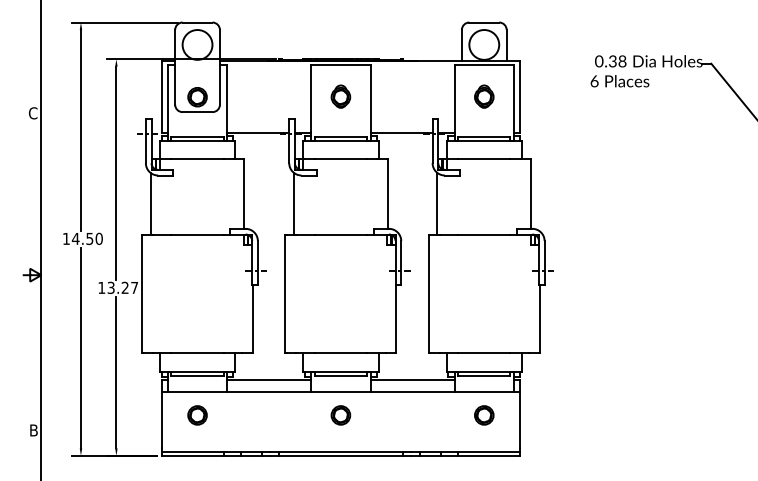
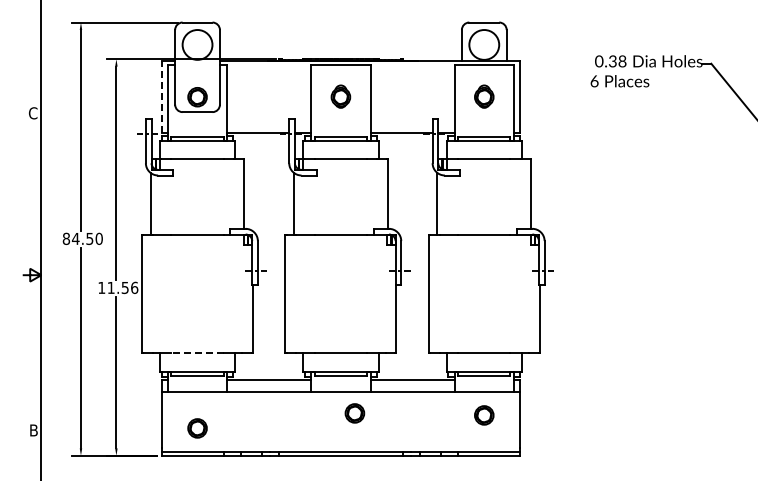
line at (161, 97): solid -> dashed
text at (66, 238): 14.50 -> 84.50
text at (122, 287): 13.27 -> 11.56
line at (197, 352): solid -> dashed
part at (197, 415) position: (197, 415) -> (197, 428)
part at (340, 415) position: (340, 415) -> (354, 413)
